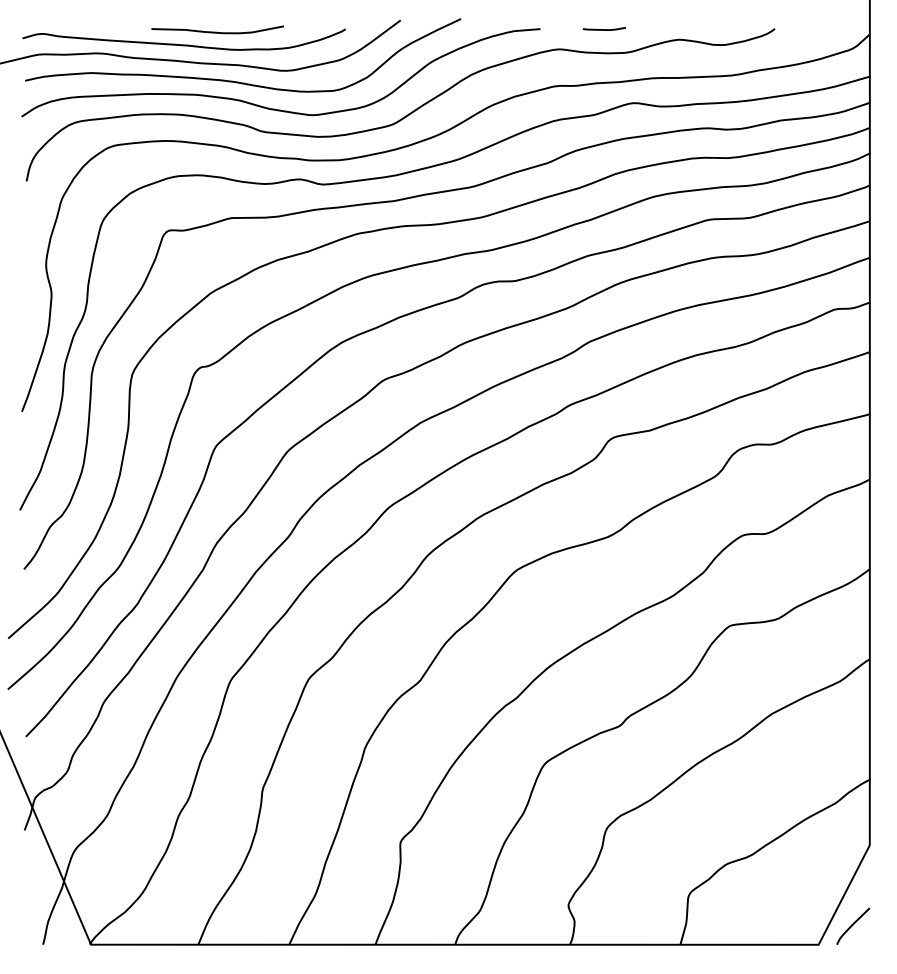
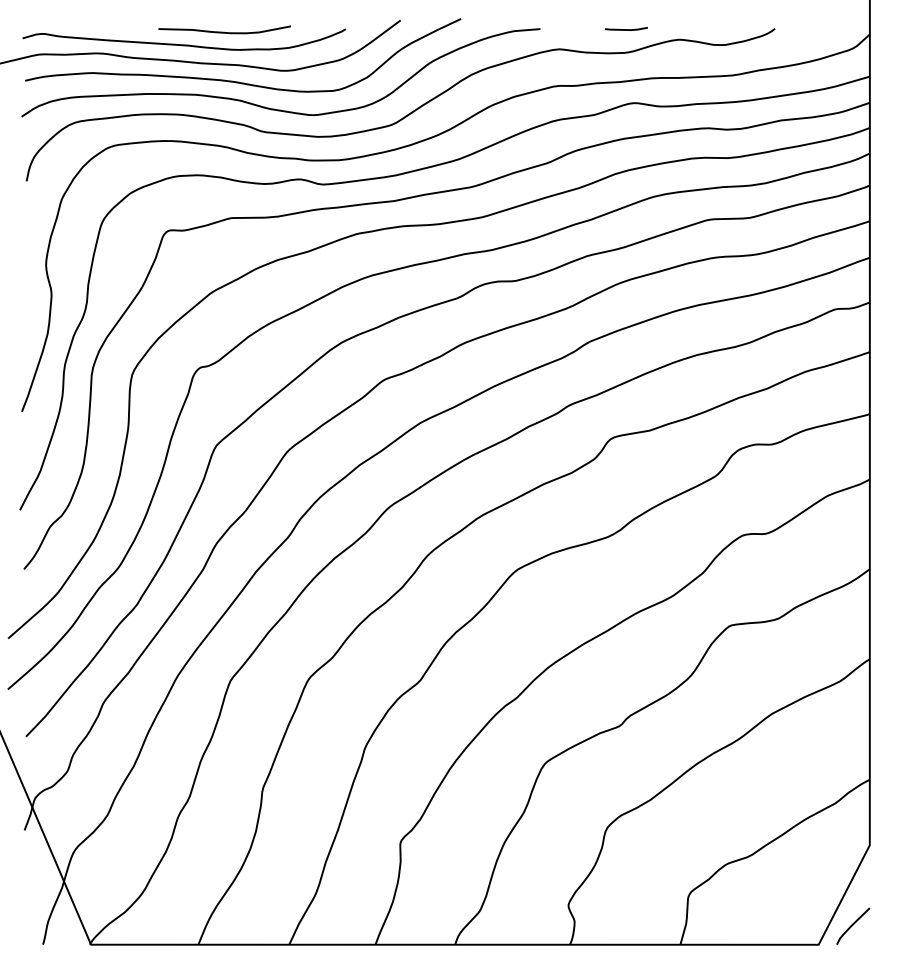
line at (603, 29) position: (603, 29) -> (625, 29)
curve at (217, 31) position: (217, 31) -> (224, 31)
